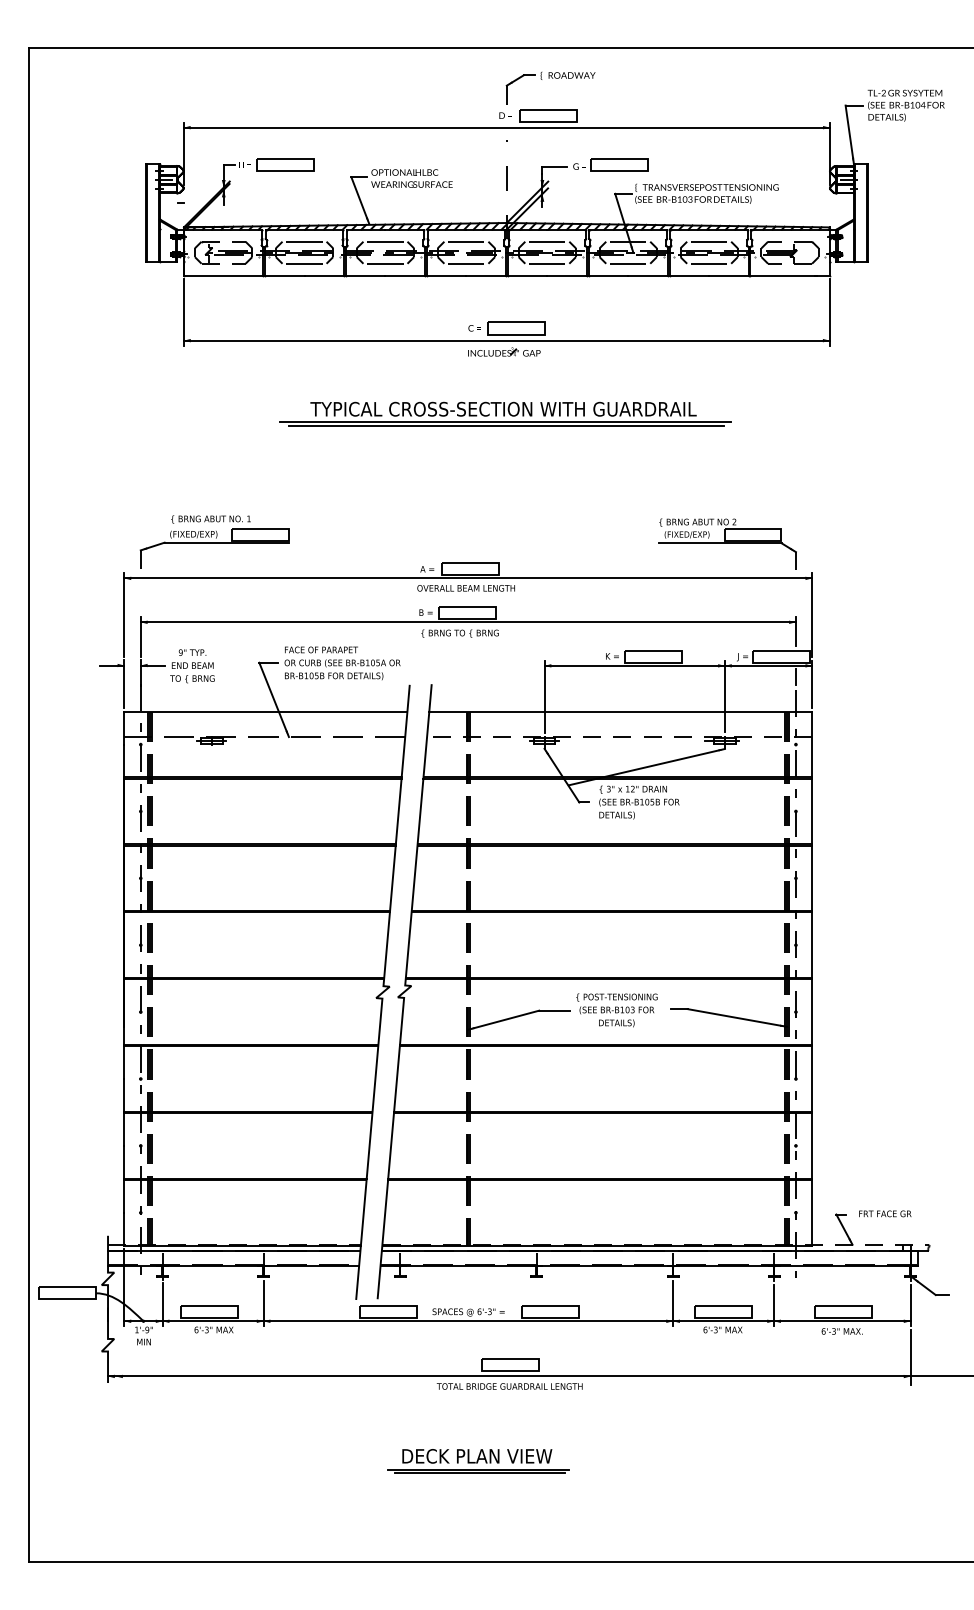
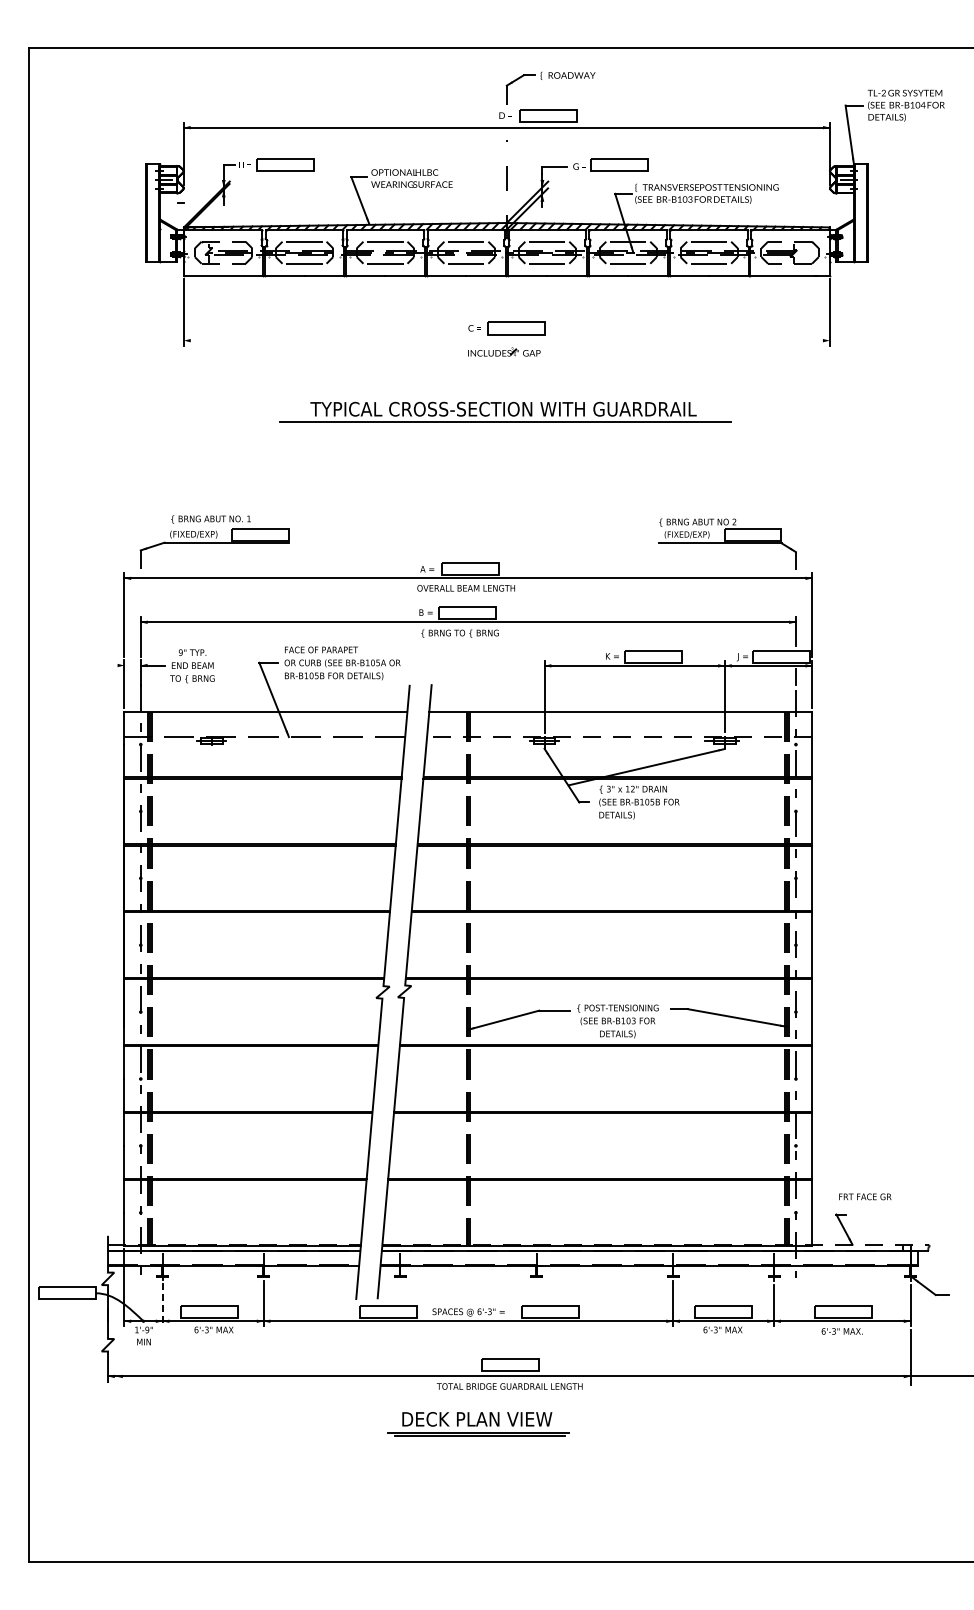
line at (506, 340): present -> none
line at (506, 426): present -> none
line at (112, 665): present -> none
text at (616, 1010) position: (616, 1010) -> (617, 1021)
text at (885, 1213) position: (885, 1213) -> (865, 1196)
line at (162, 1304): solid -> dashed
part at (478, 1461) position: (478, 1461) -> (478, 1424)
